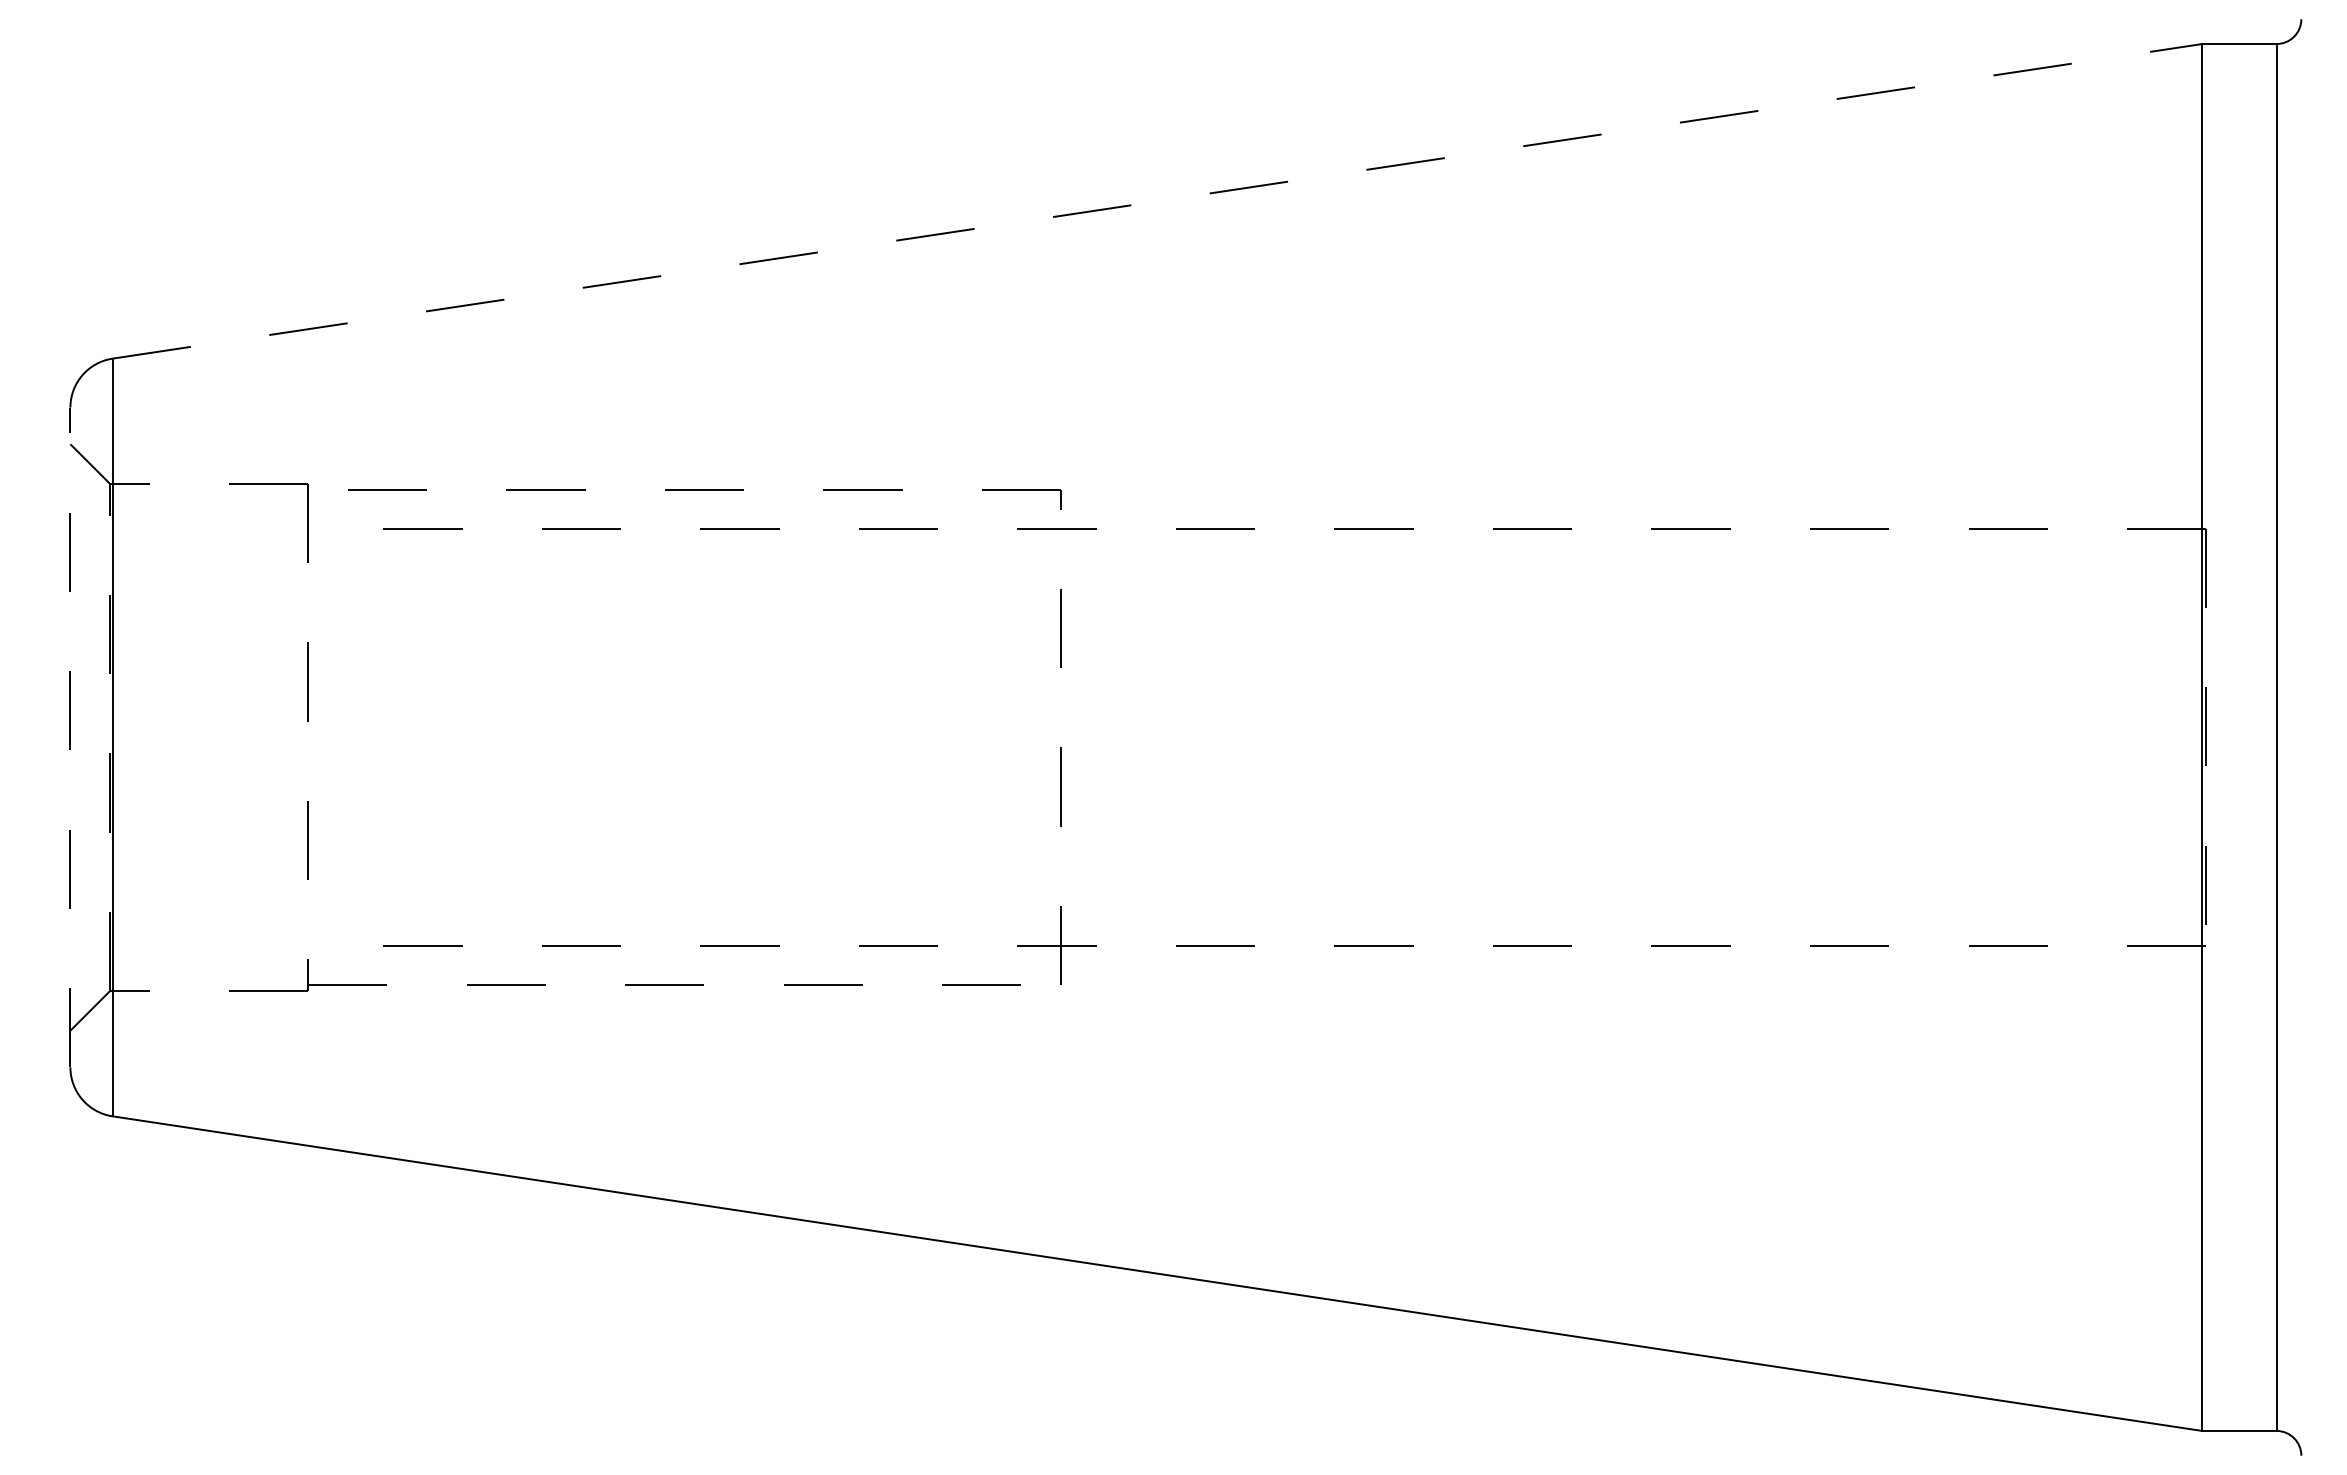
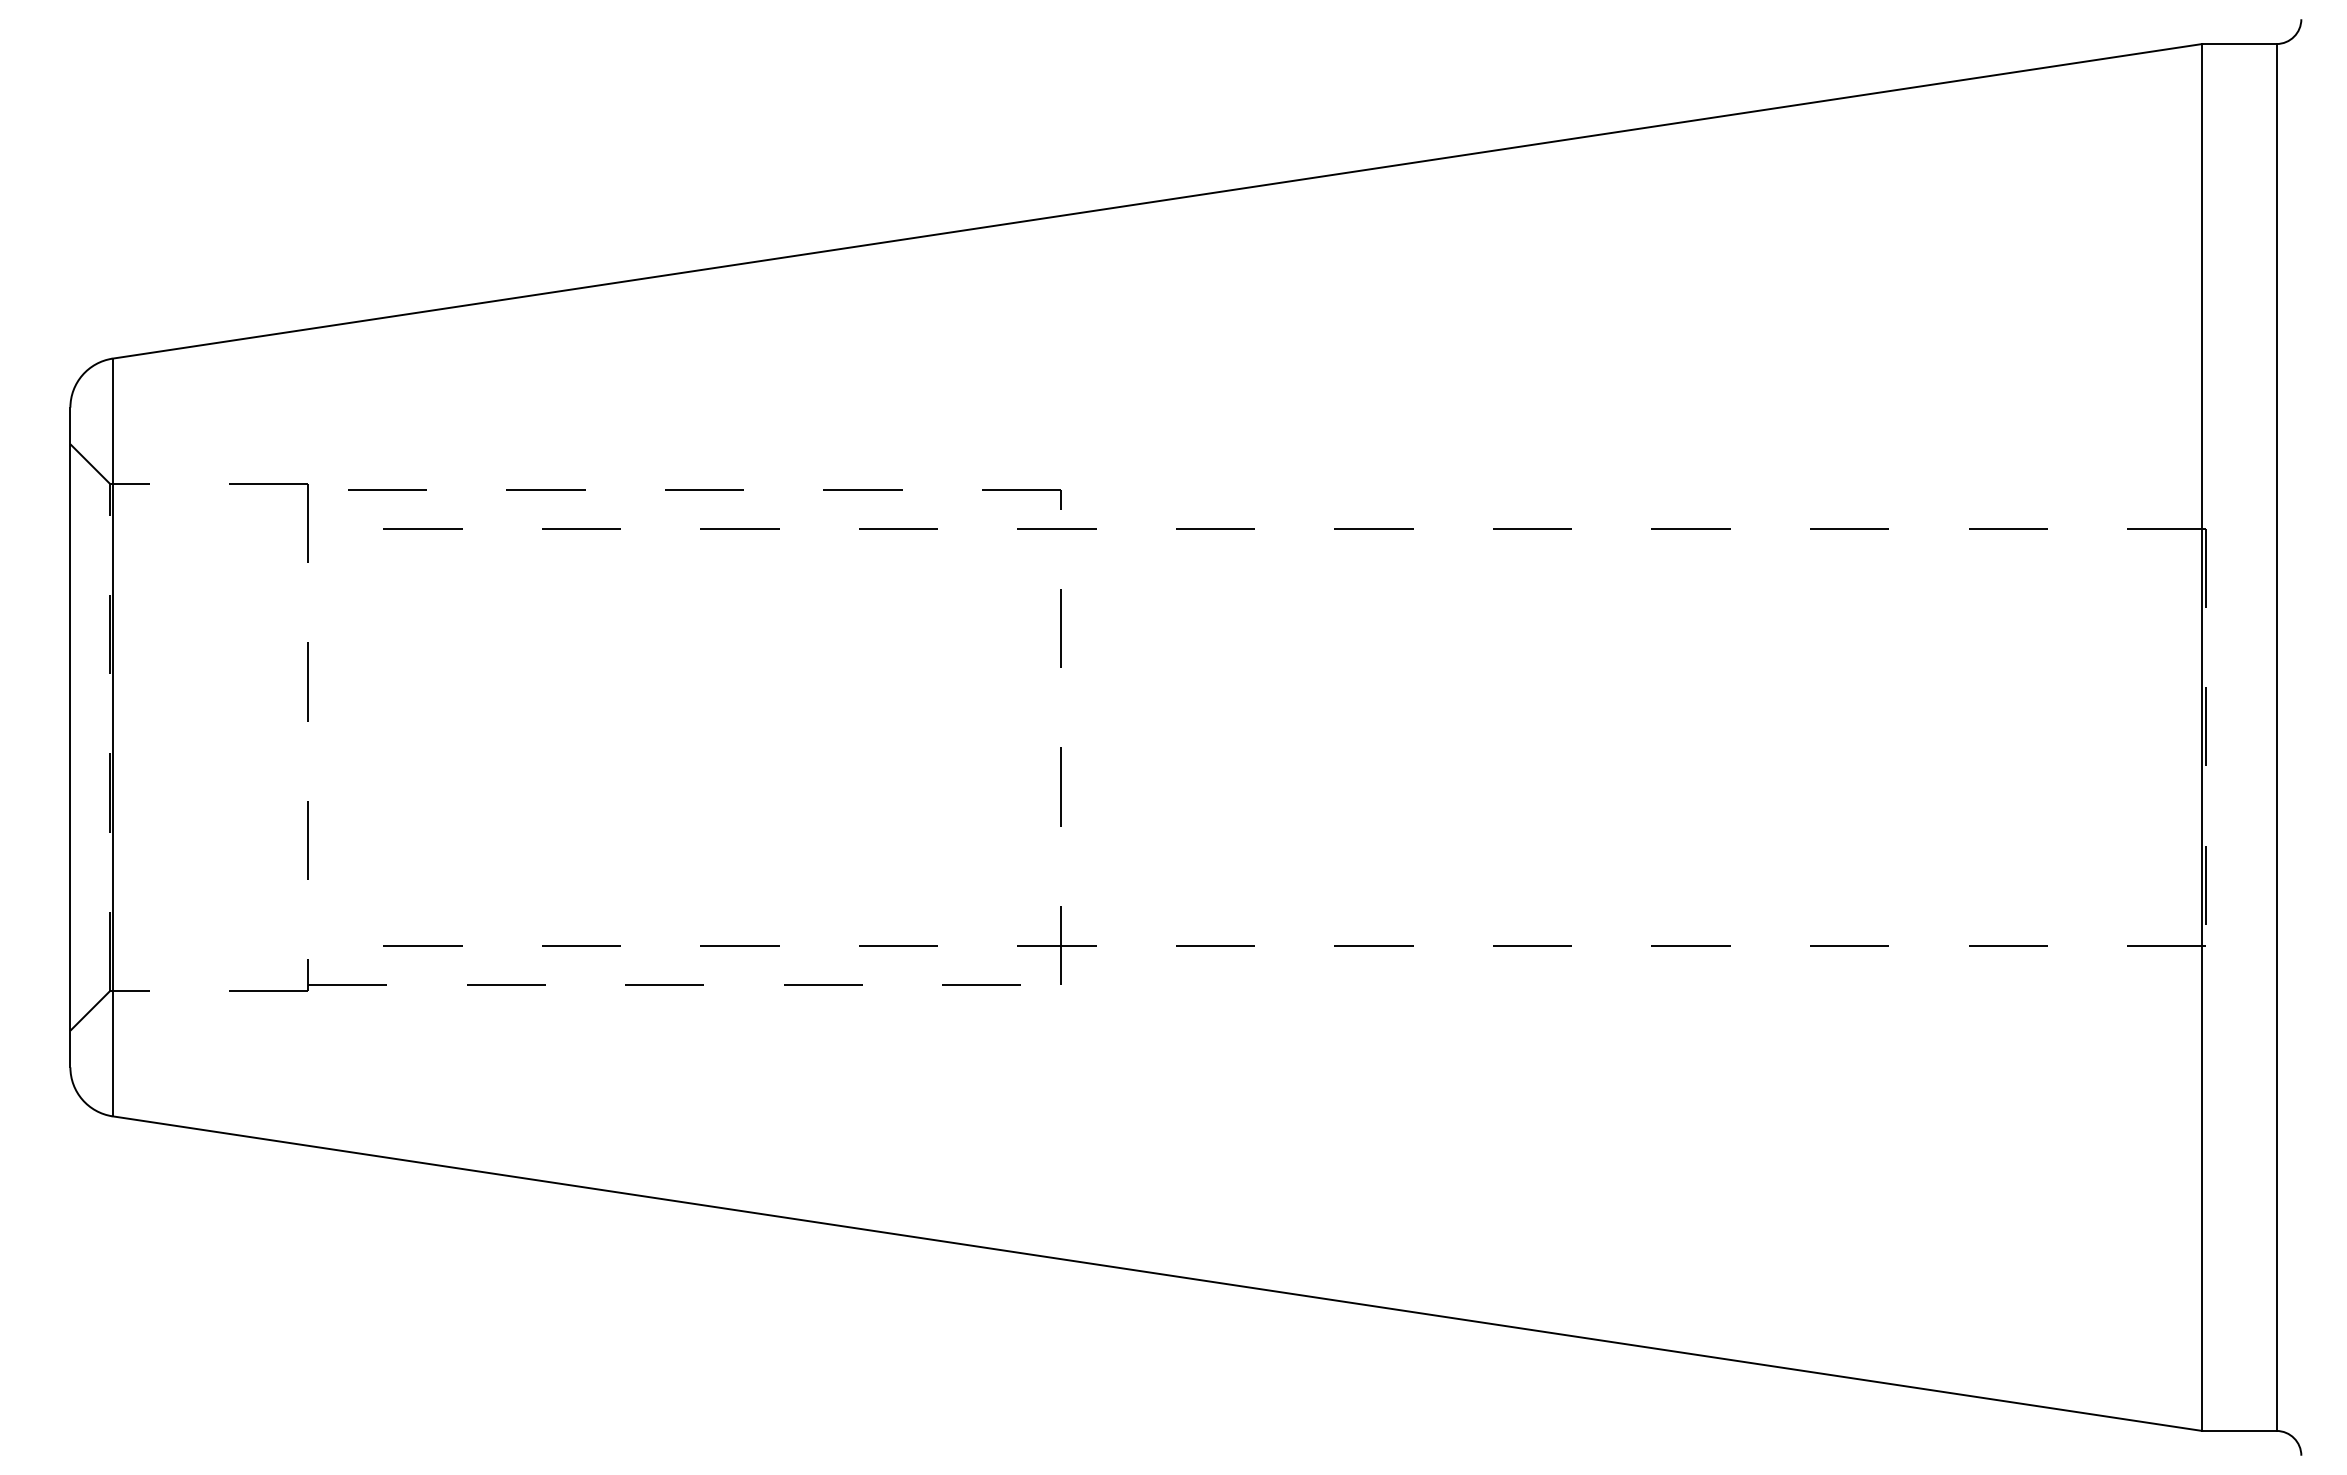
line at (1157, 201): dashed -> solid
line at (70, 737): dashed -> solid
